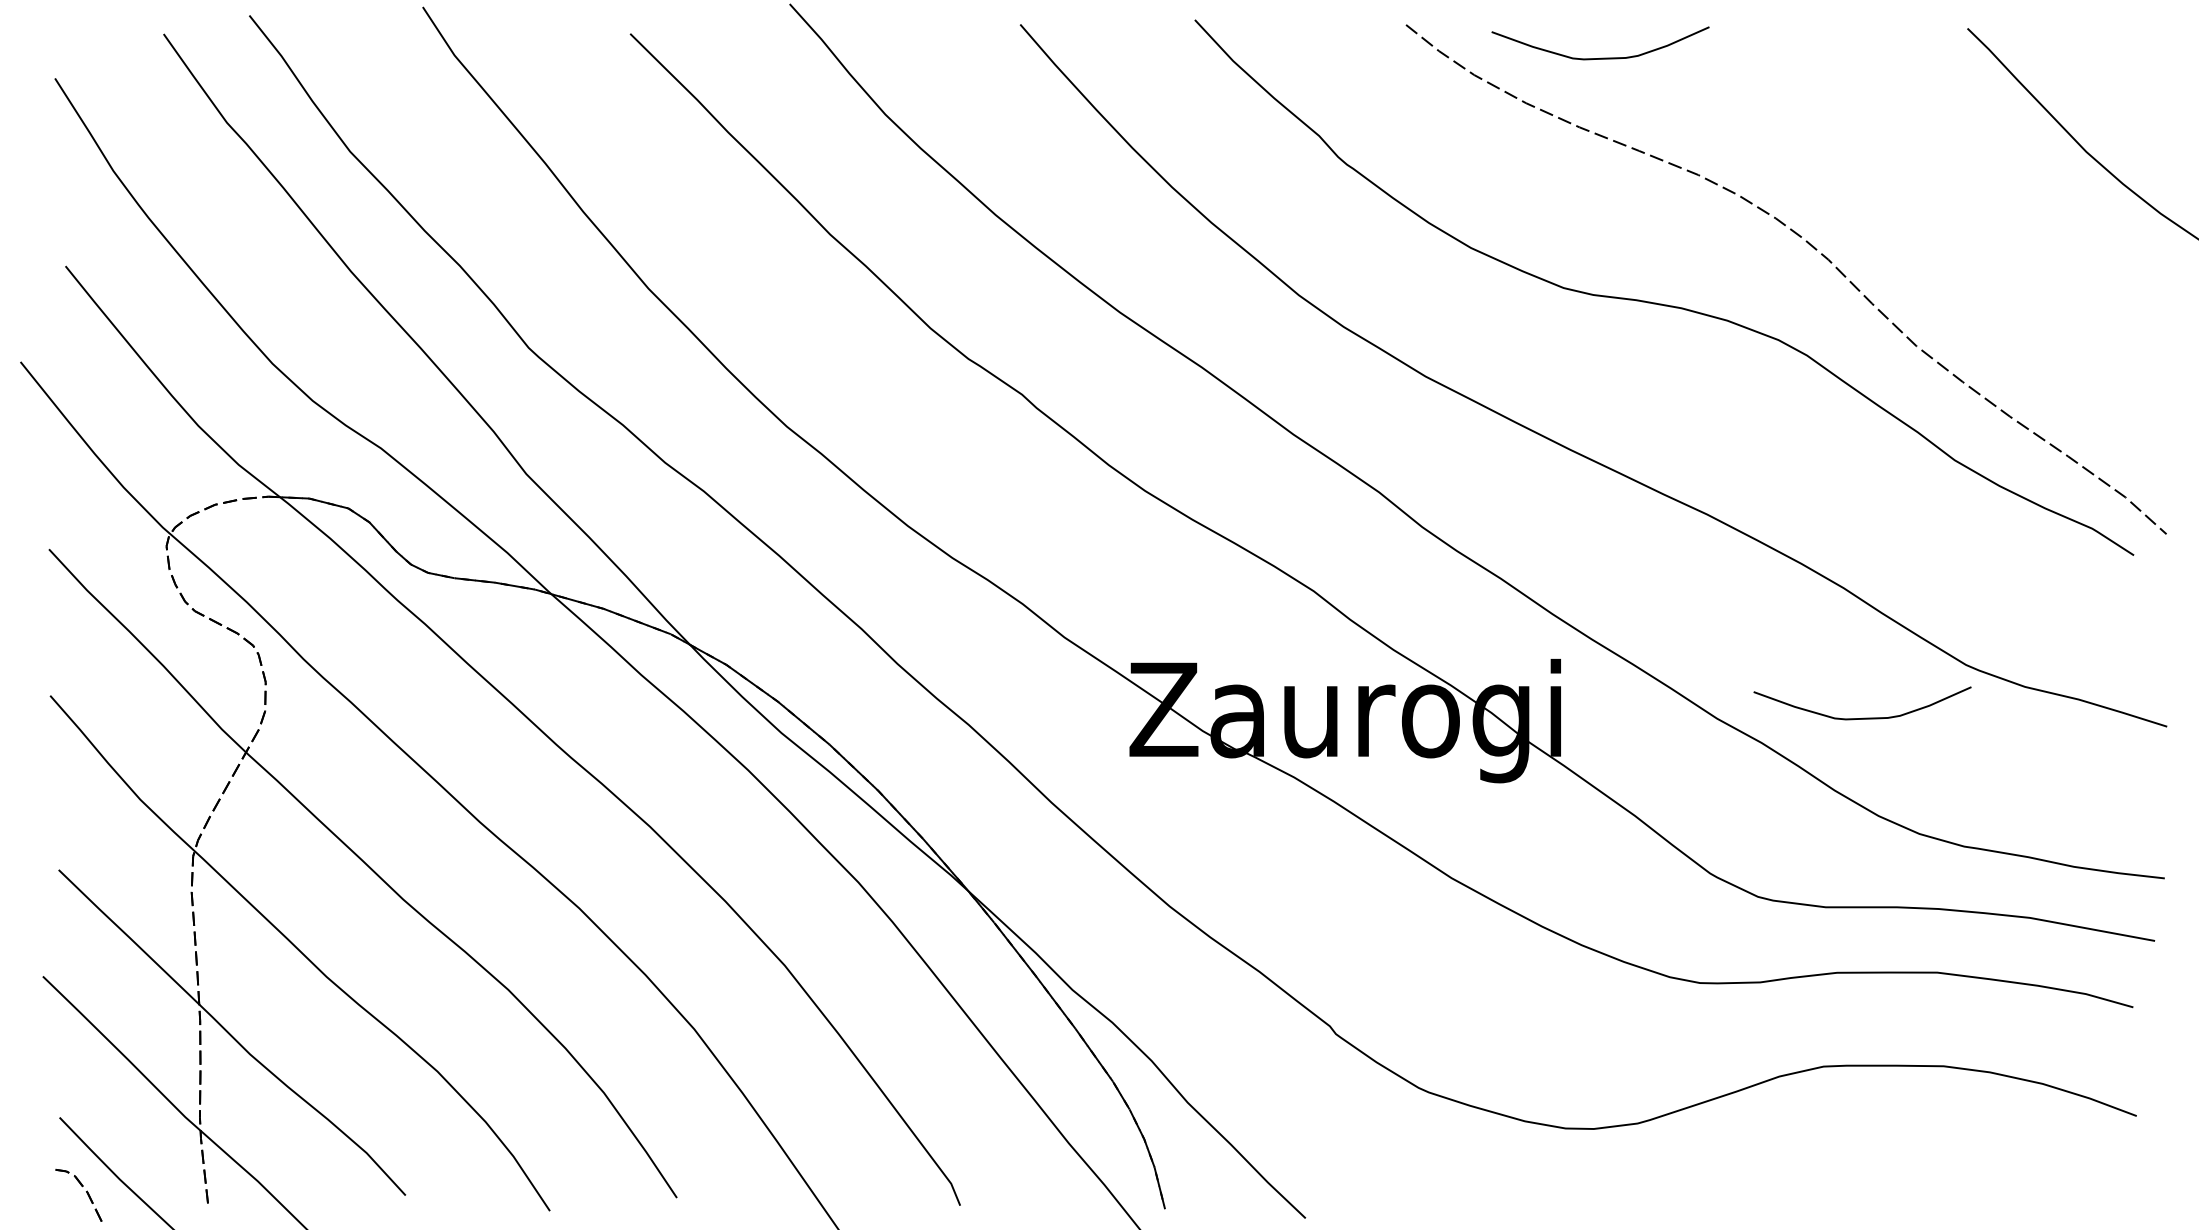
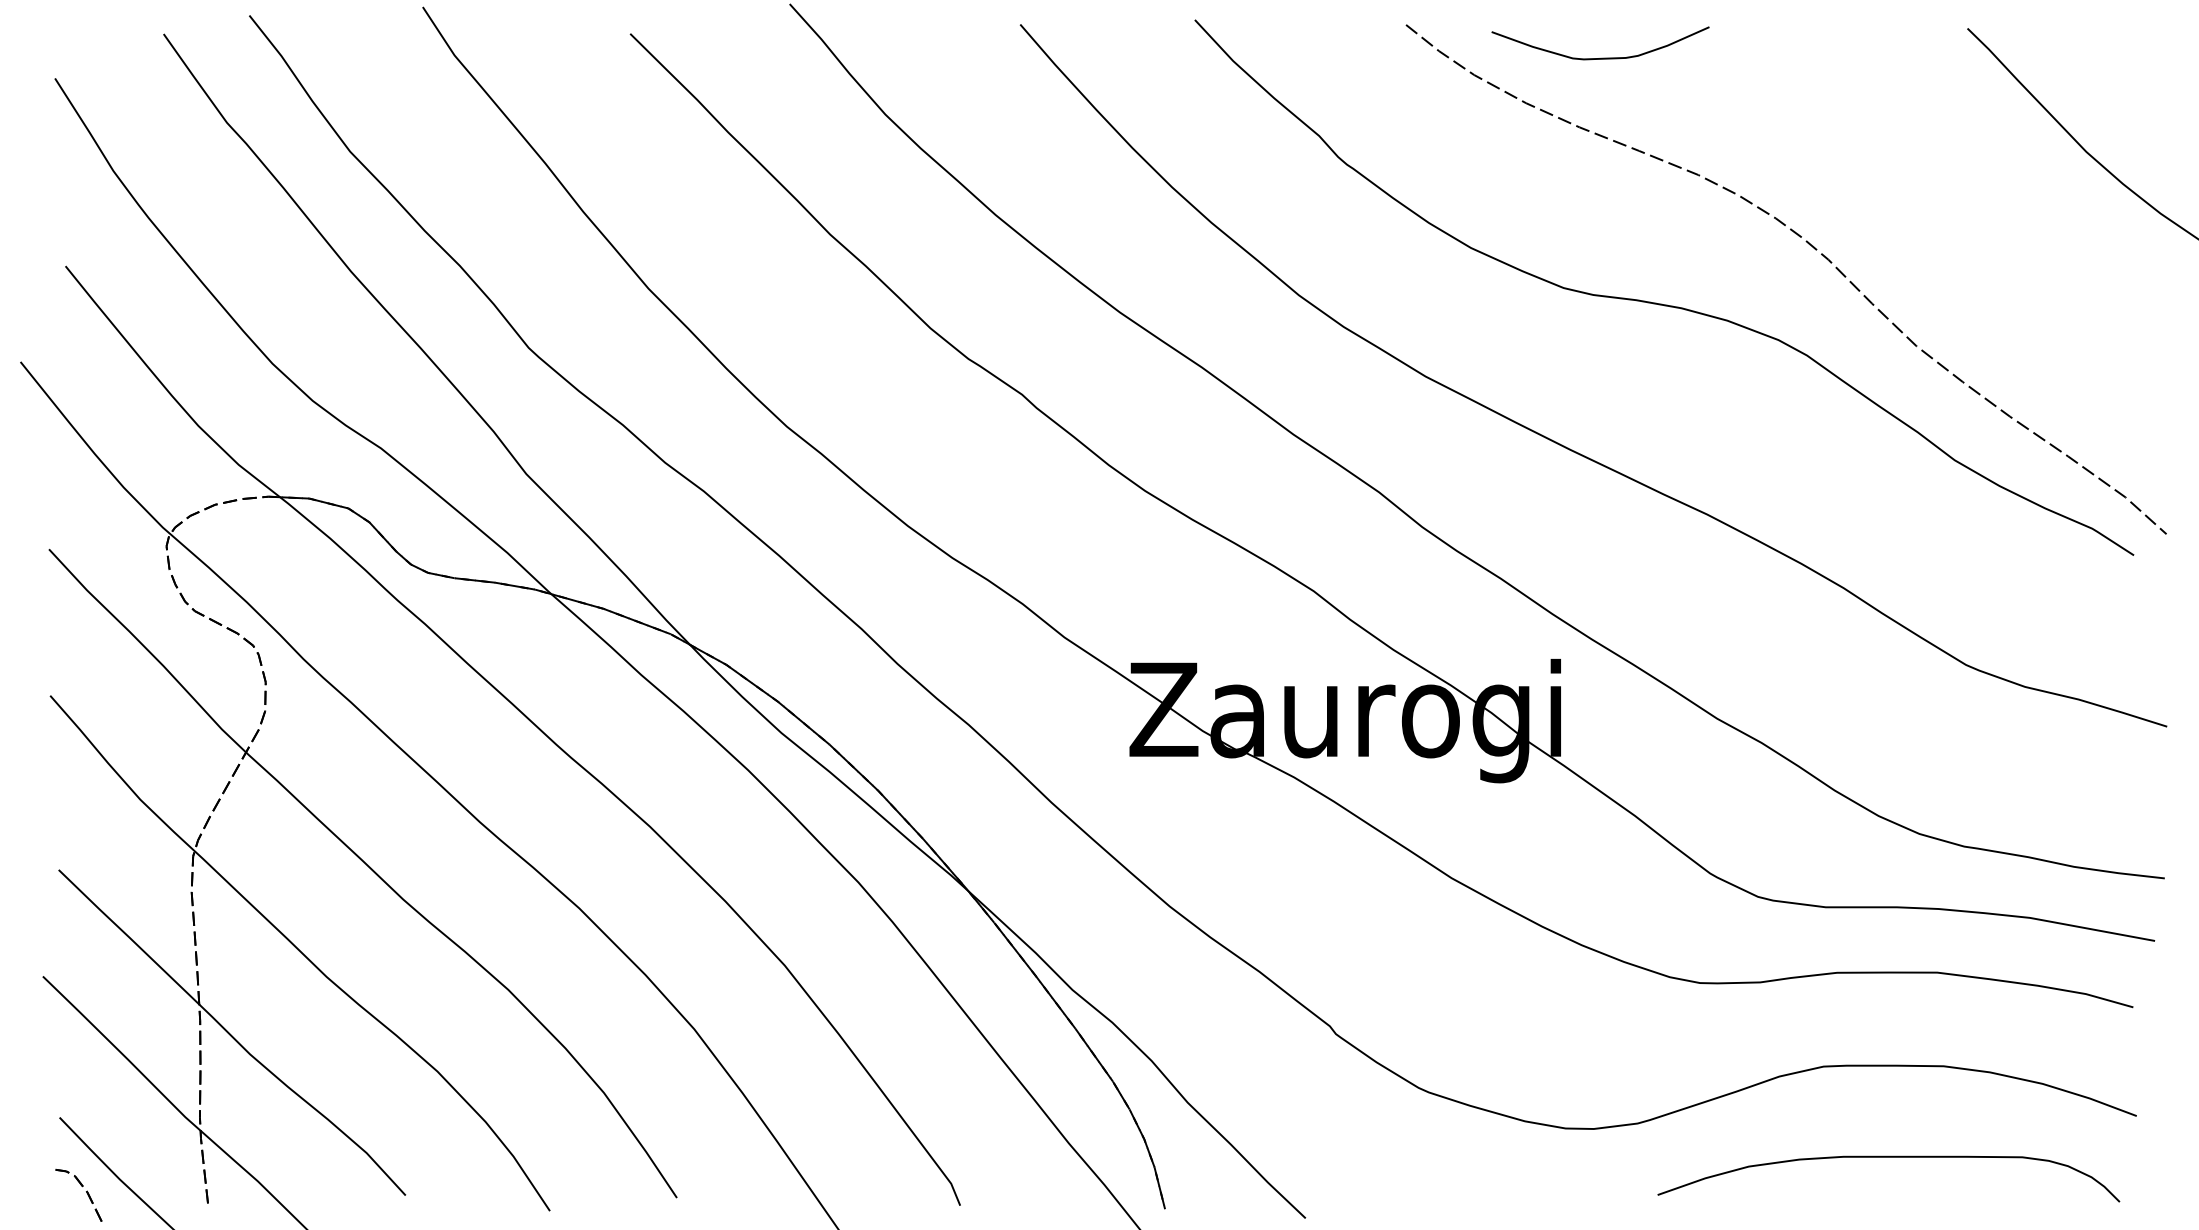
curve at (1862, 717): present -> none
curve at (1888, 1157): none -> present
